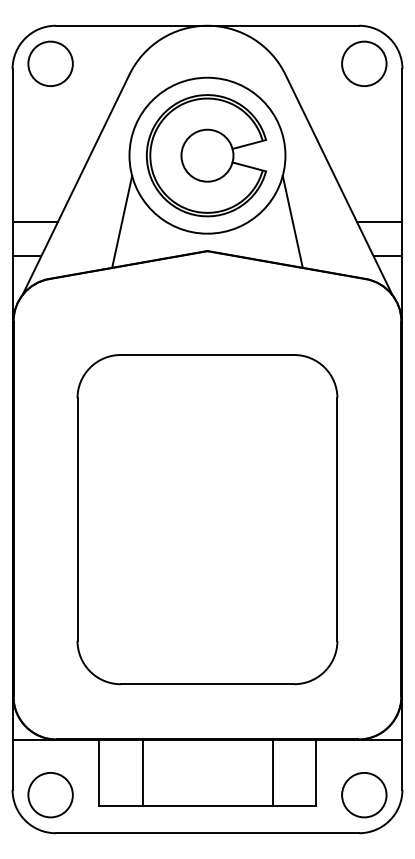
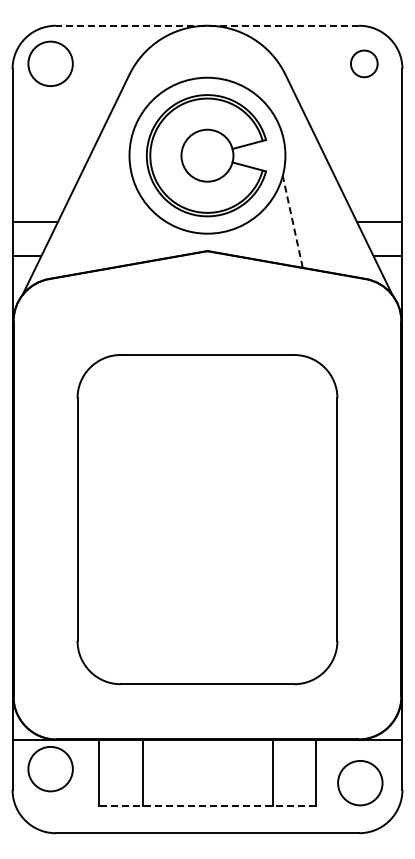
line at (207, 25): solid -> dashed
circle at (364, 63) diameter: 44 px -> 27 px
line at (122, 221): present -> none
line at (292, 221): solid -> dashed
circle at (50, 795) position: (50, 795) -> (50, 769)
circle at (364, 795) position: (364, 795) -> (360, 783)
line at (207, 805): solid -> dashed
